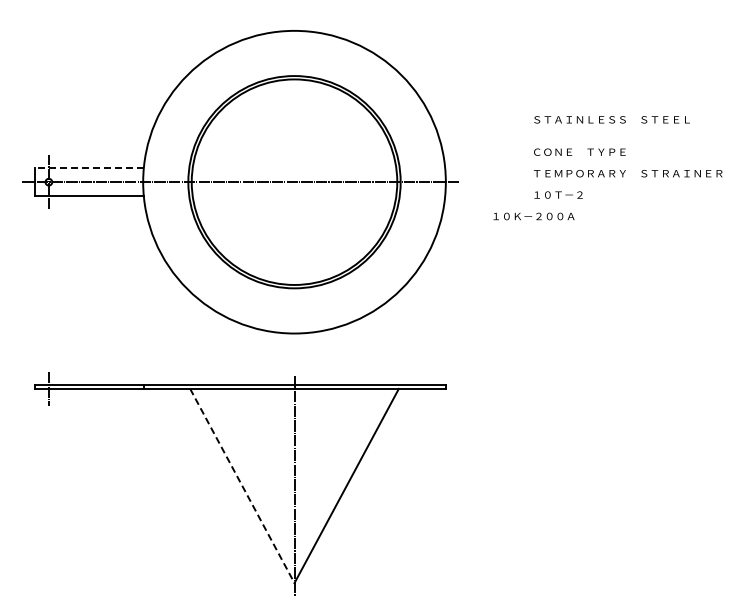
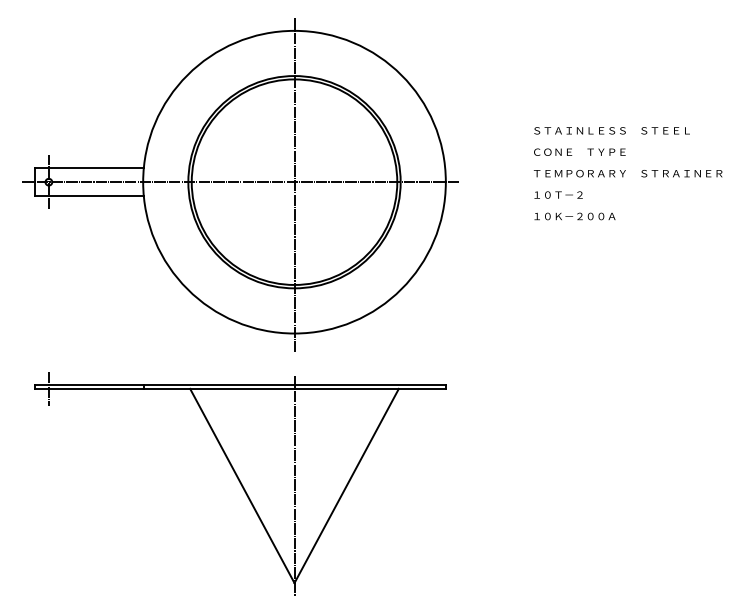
text at (611, 119) position: (611, 119) -> (611, 130)
line at (89, 168): dashed -> solid
line at (294, 184): none -> present
text at (533, 216) position: (533, 216) -> (574, 216)
line at (242, 486): dashed -> solid
